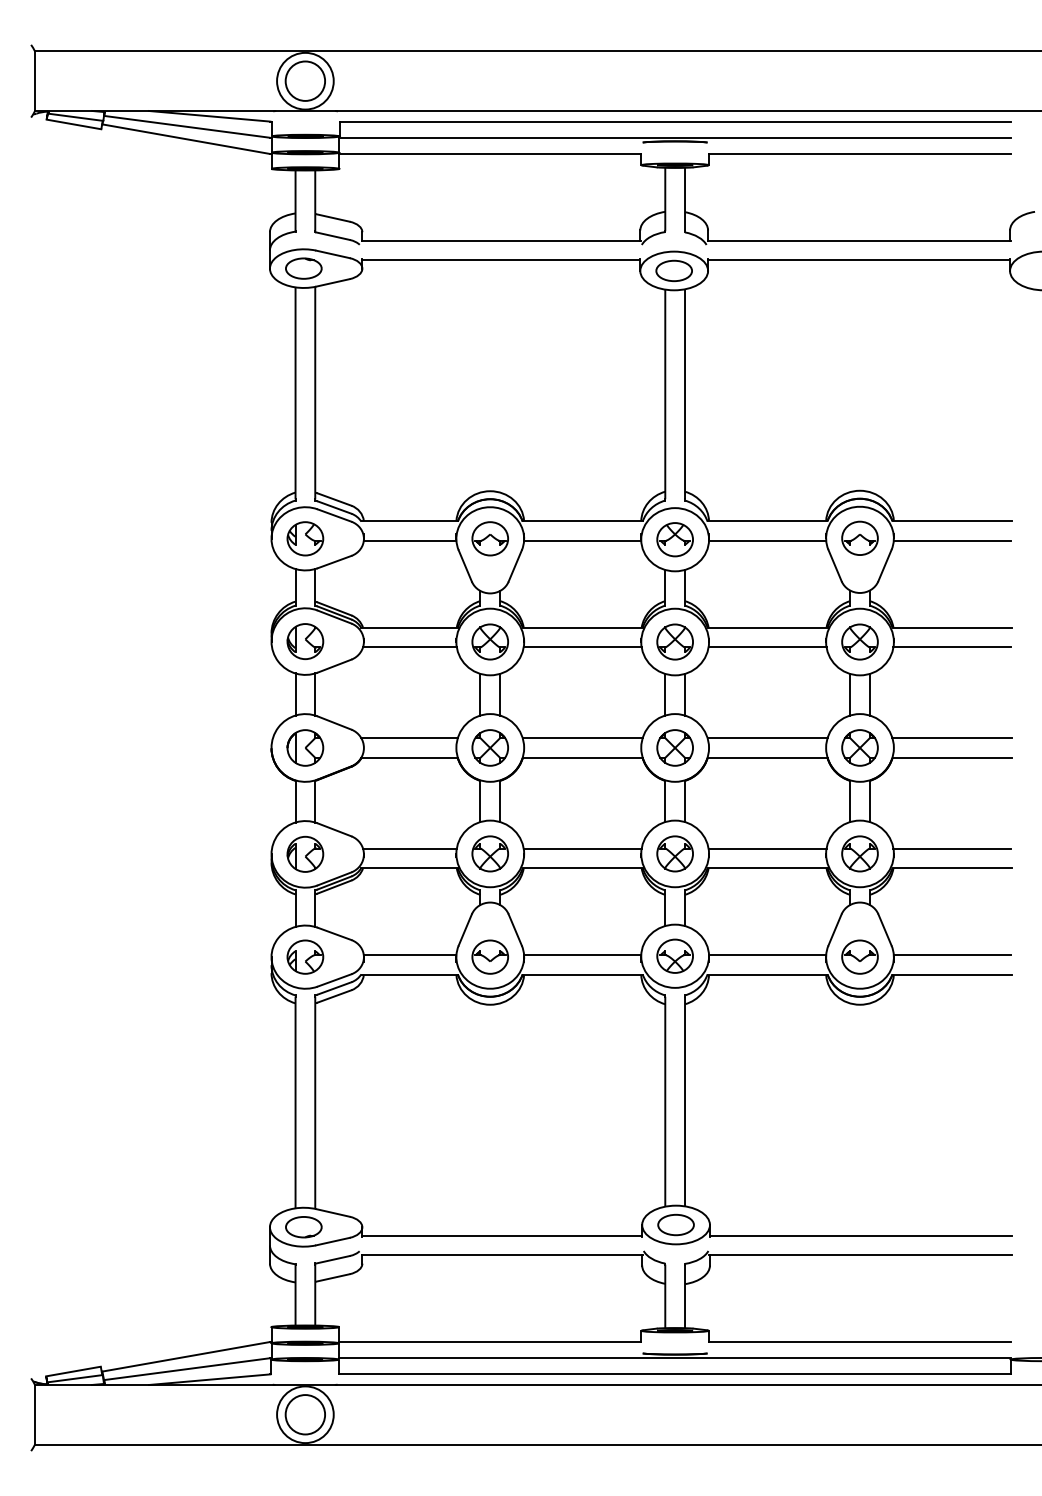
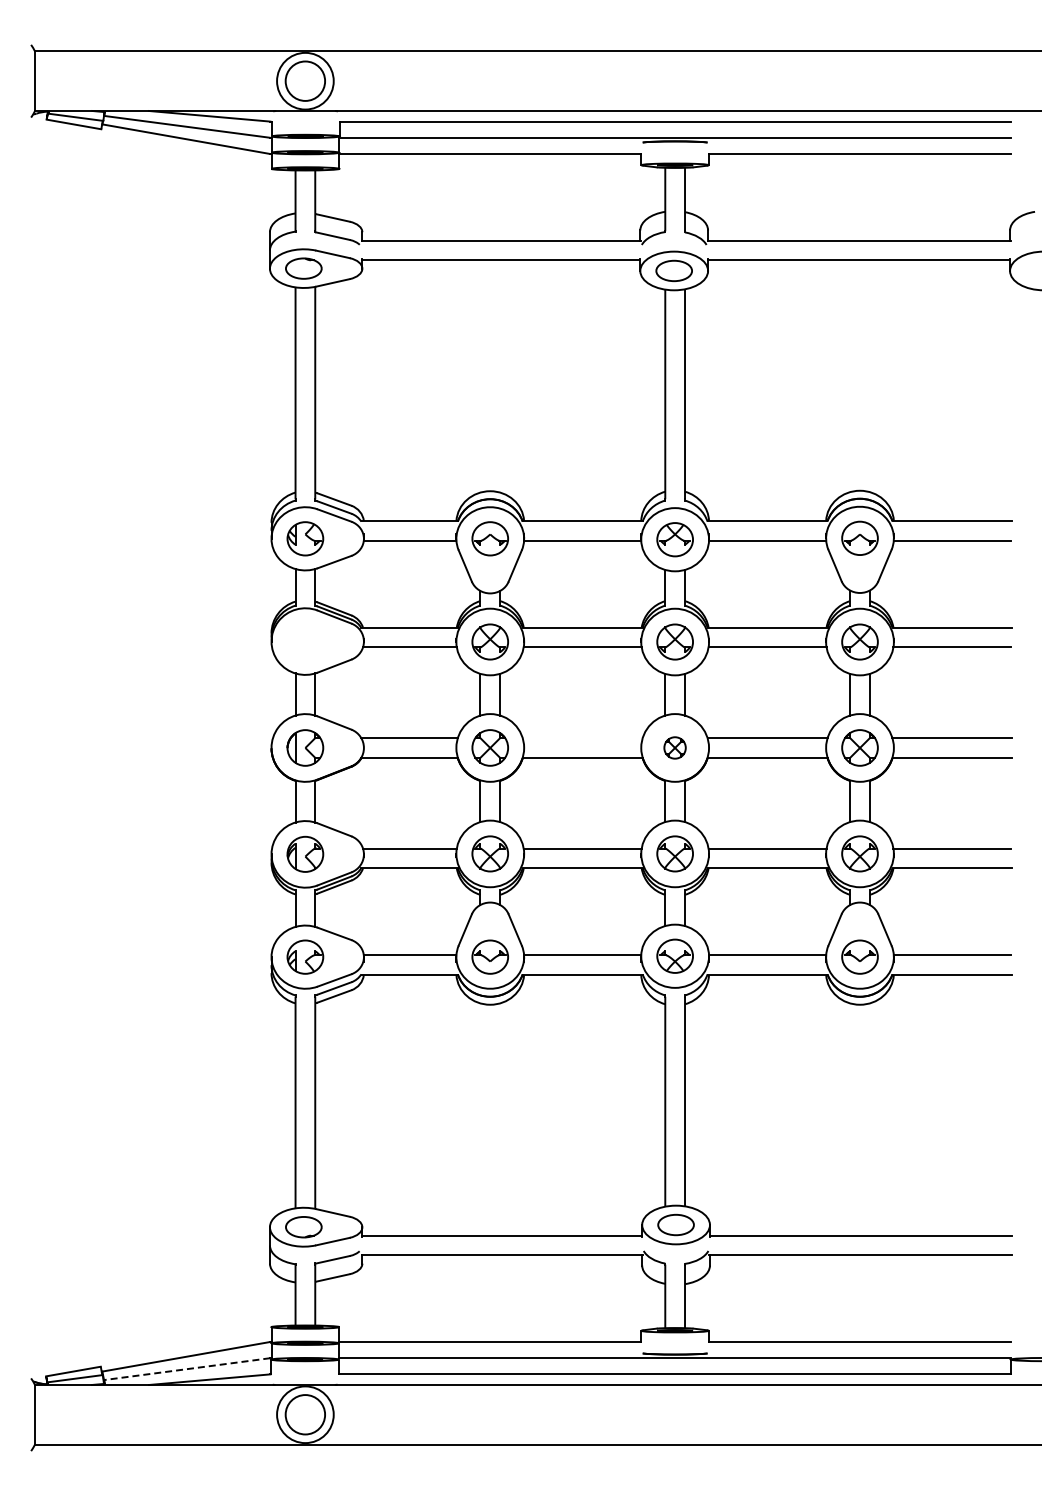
part at (305, 641): present -> none
line at (582, 738): present -> none
part at (674, 747) size: 38x38 px -> 24x24 px
line at (187, 1369): solid -> dashed
